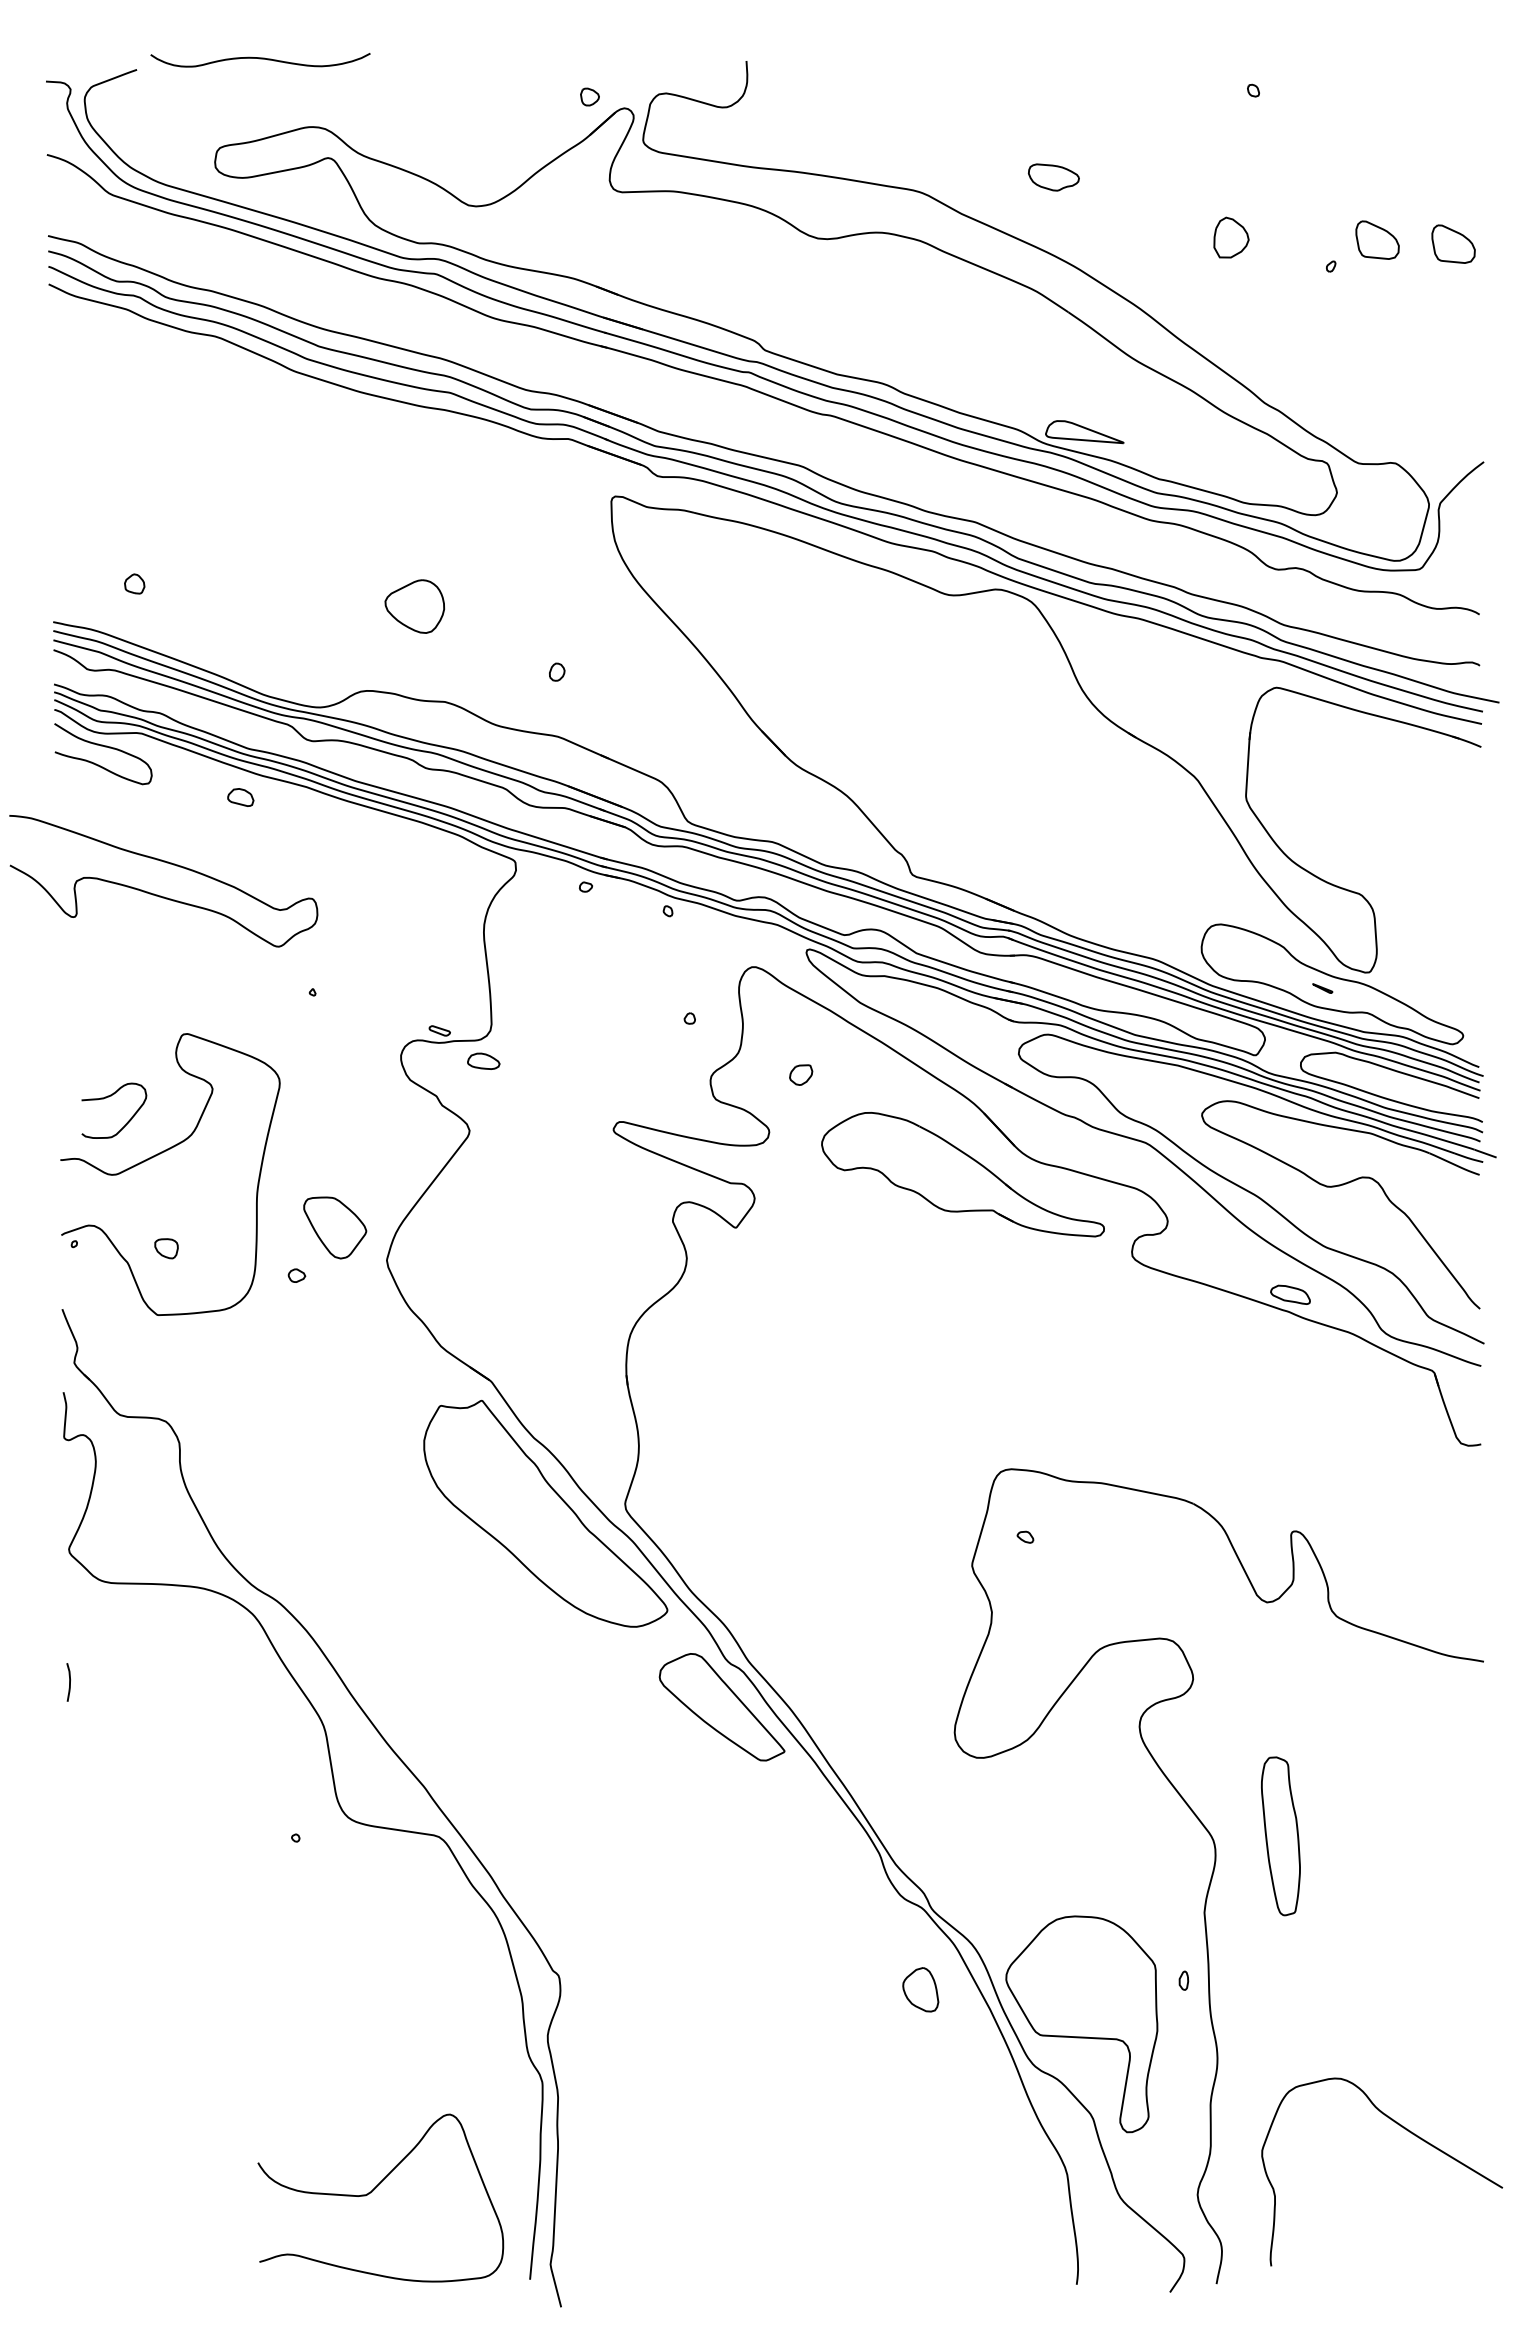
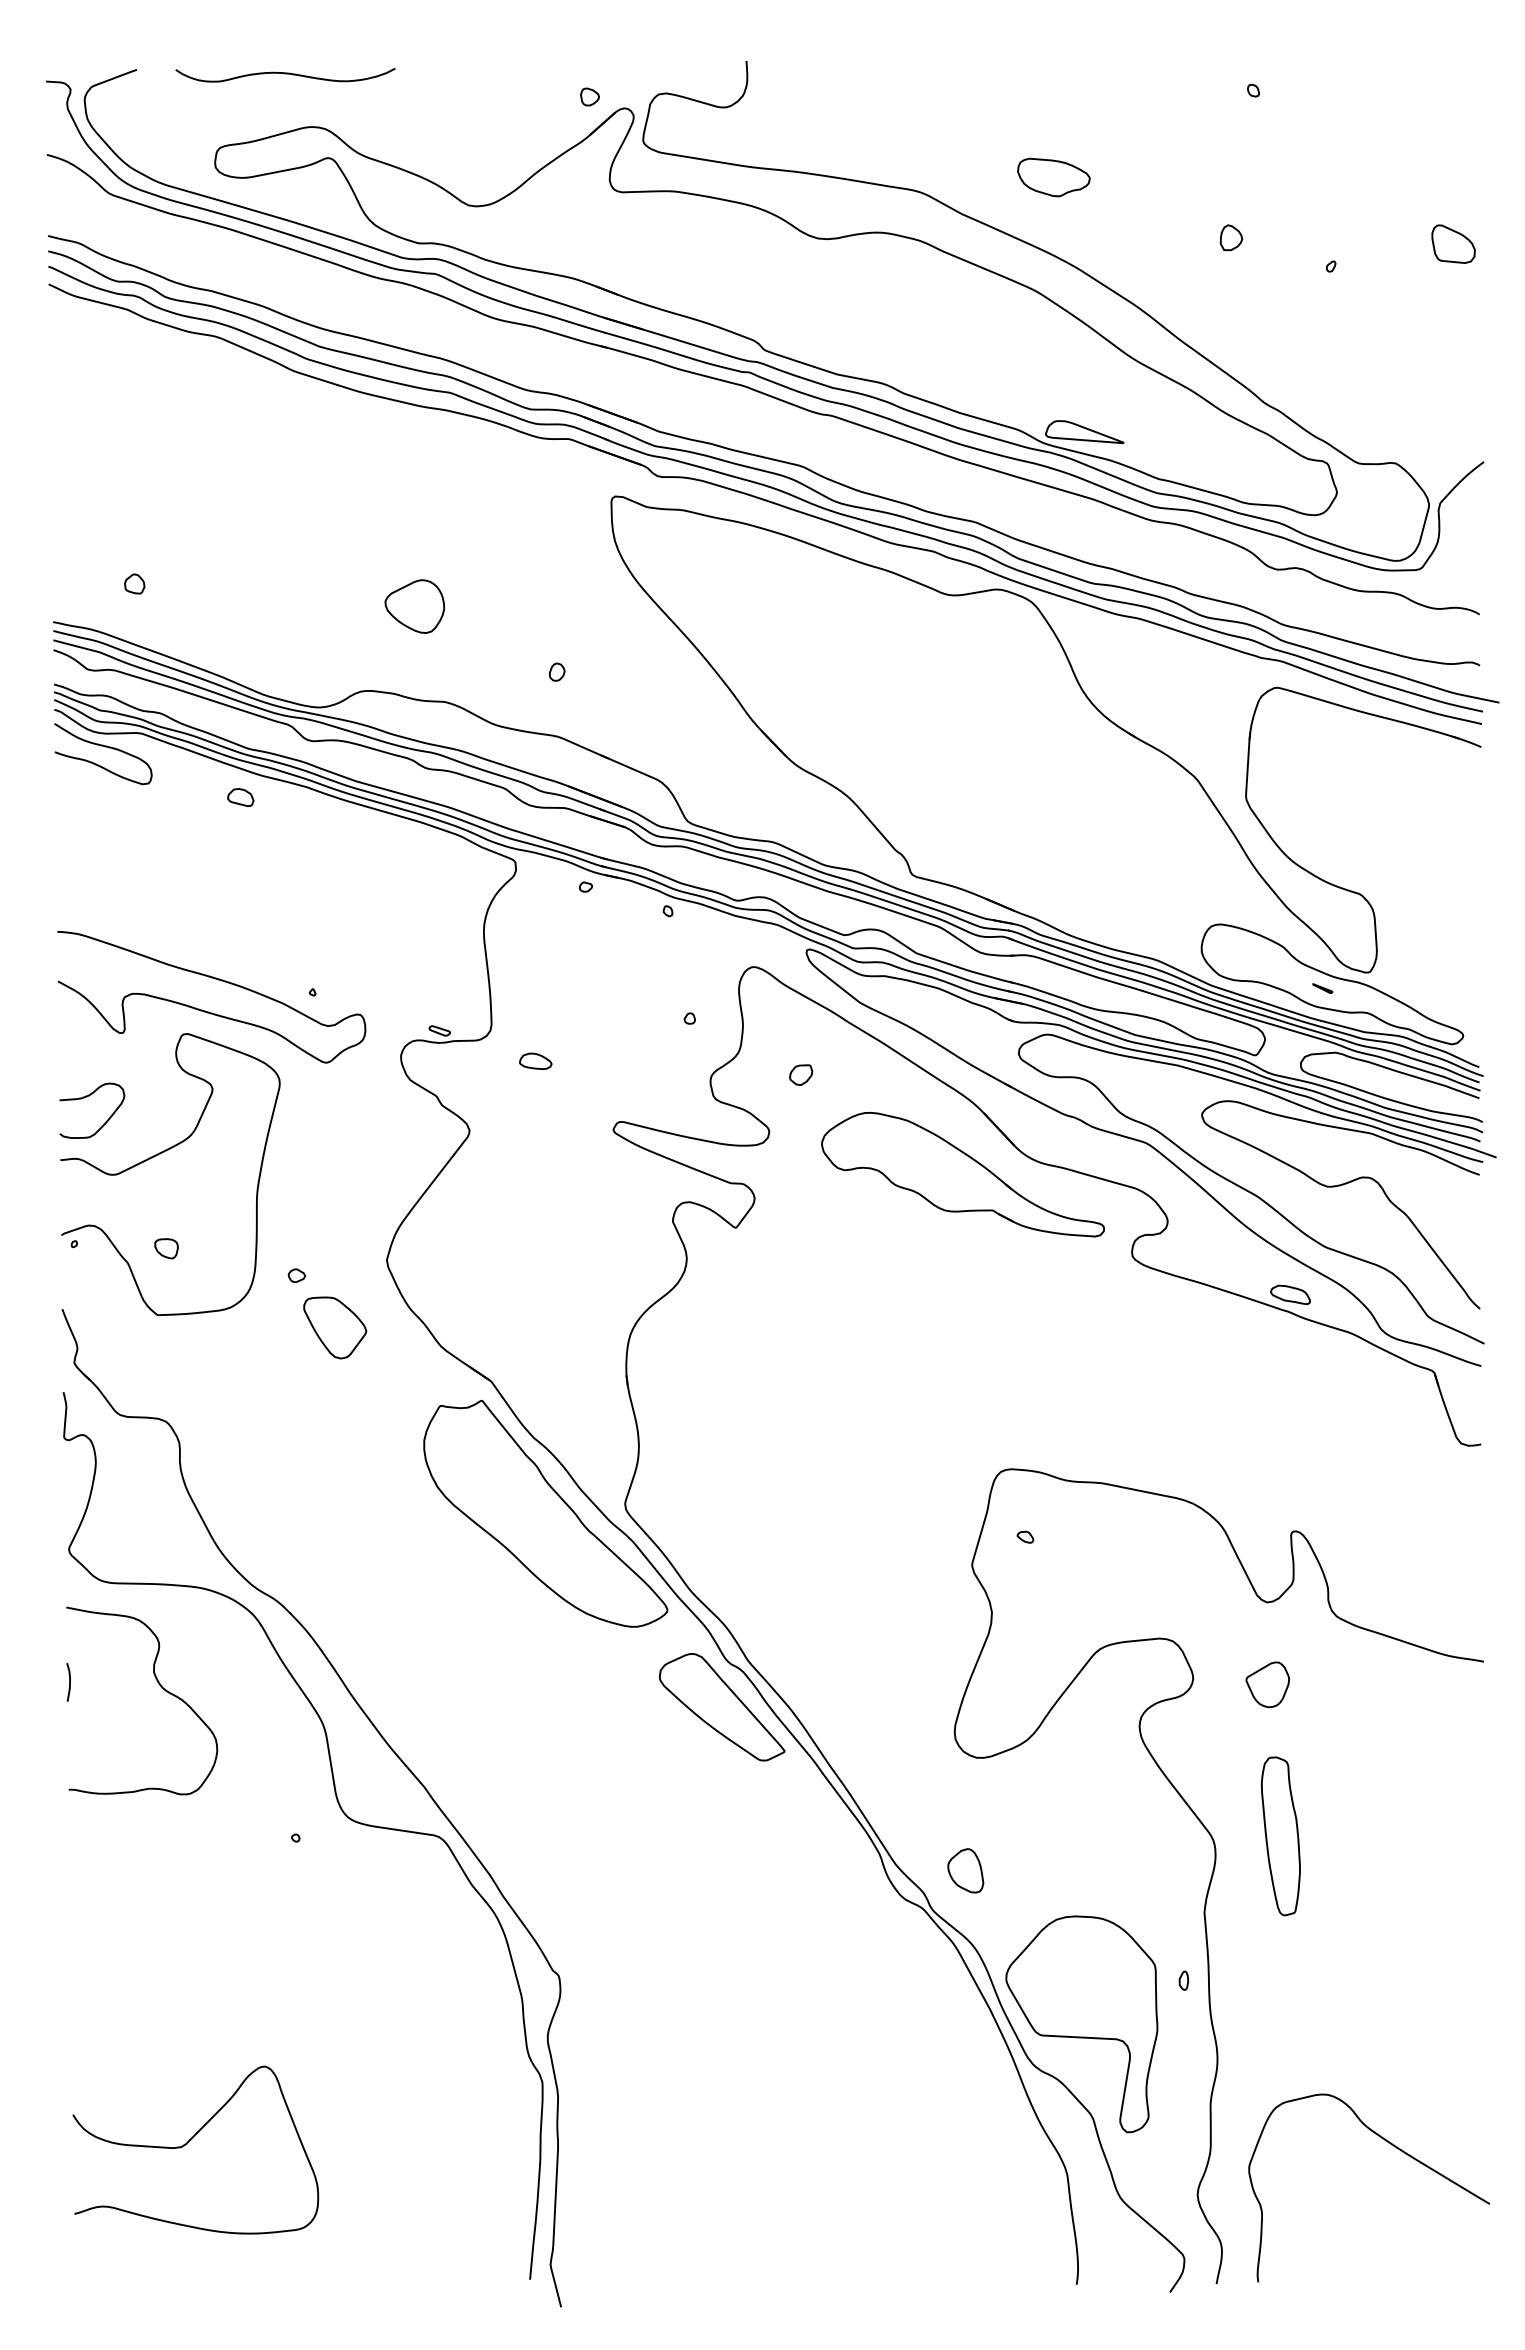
curve at (260, 59) position: (260, 59) -> (285, 74)
part at (1053, 177) size: 52x29 px -> 74x41 px
part at (1231, 237) size: 37x43 px -> 25x28 px
part at (1377, 239): present -> none
curve at (157, 894) position: (157, 894) -> (205, 1010)
part at (483, 1060) position: (483, 1060) -> (535, 1060)
curve at (109, 1097) position: (109, 1097) -> (87, 1097)
part at (335, 1227) position: (335, 1227) -> (335, 1327)
part at (1267, 1684): none -> present
curve at (161, 1688): none -> present
part at (920, 1989) position: (920, 1989) -> (965, 1870)
curve at (1407, 2131) position: (1407, 2131) -> (1394, 2147)
curve at (374, 2190) position: (374, 2190) -> (189, 2142)
